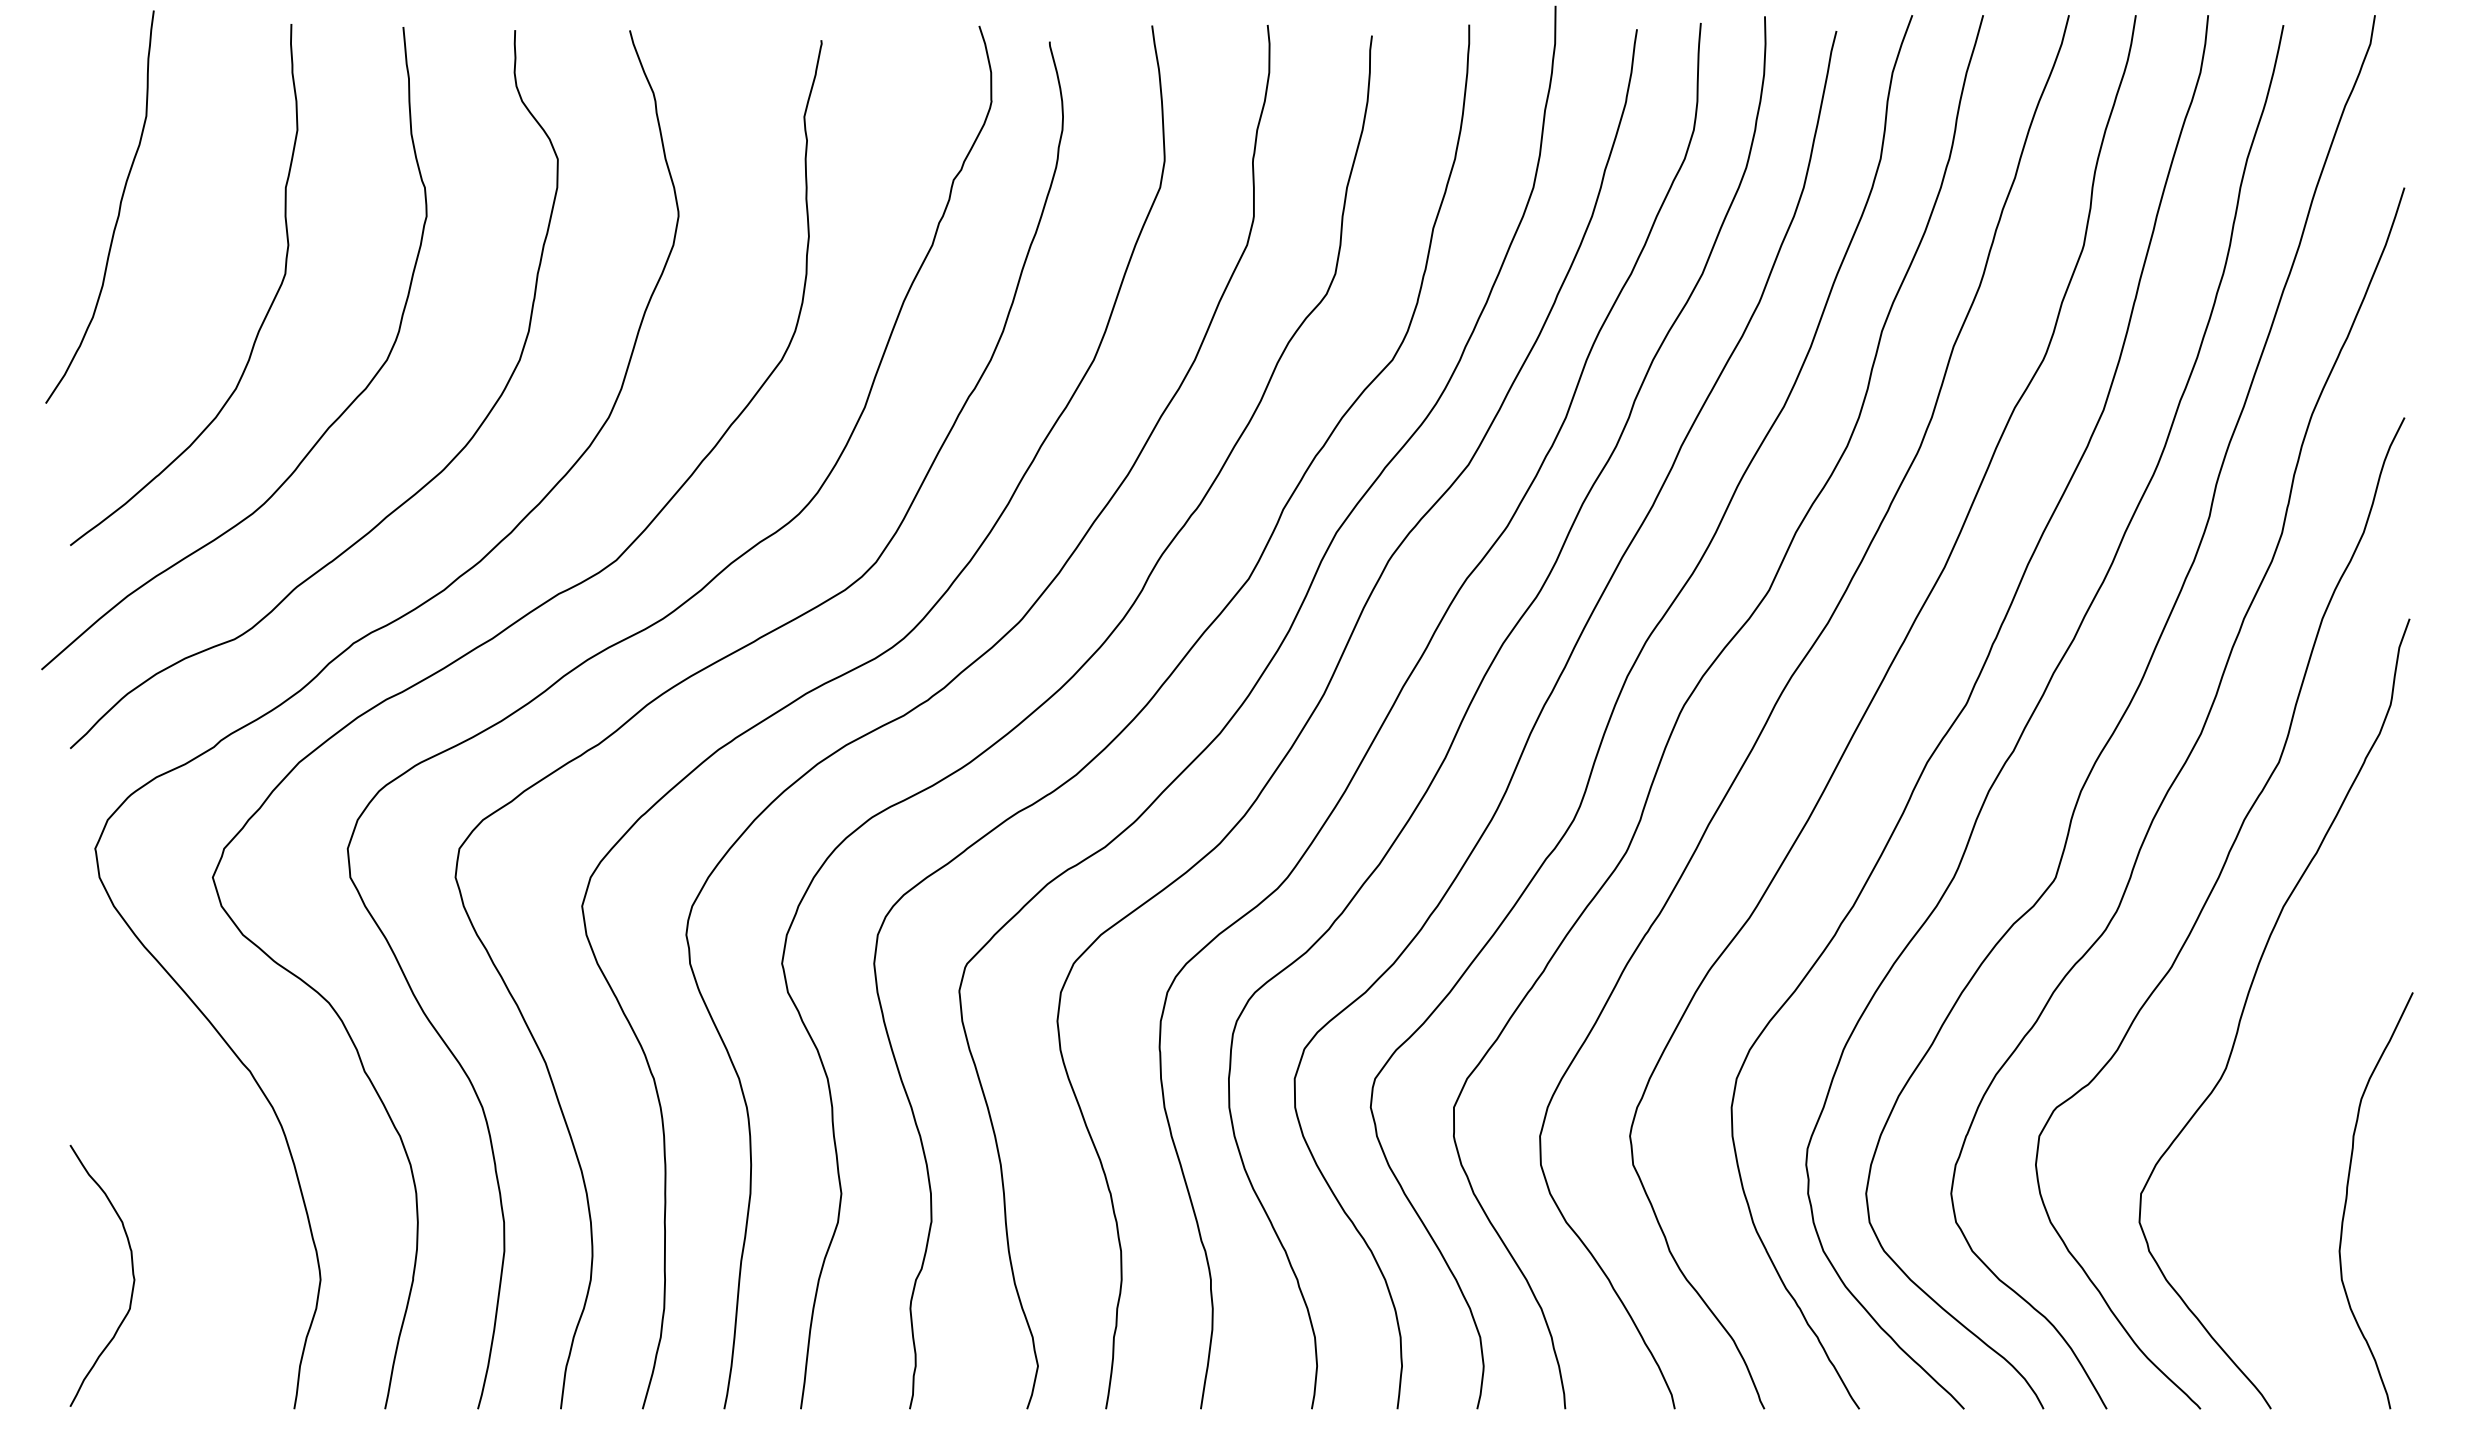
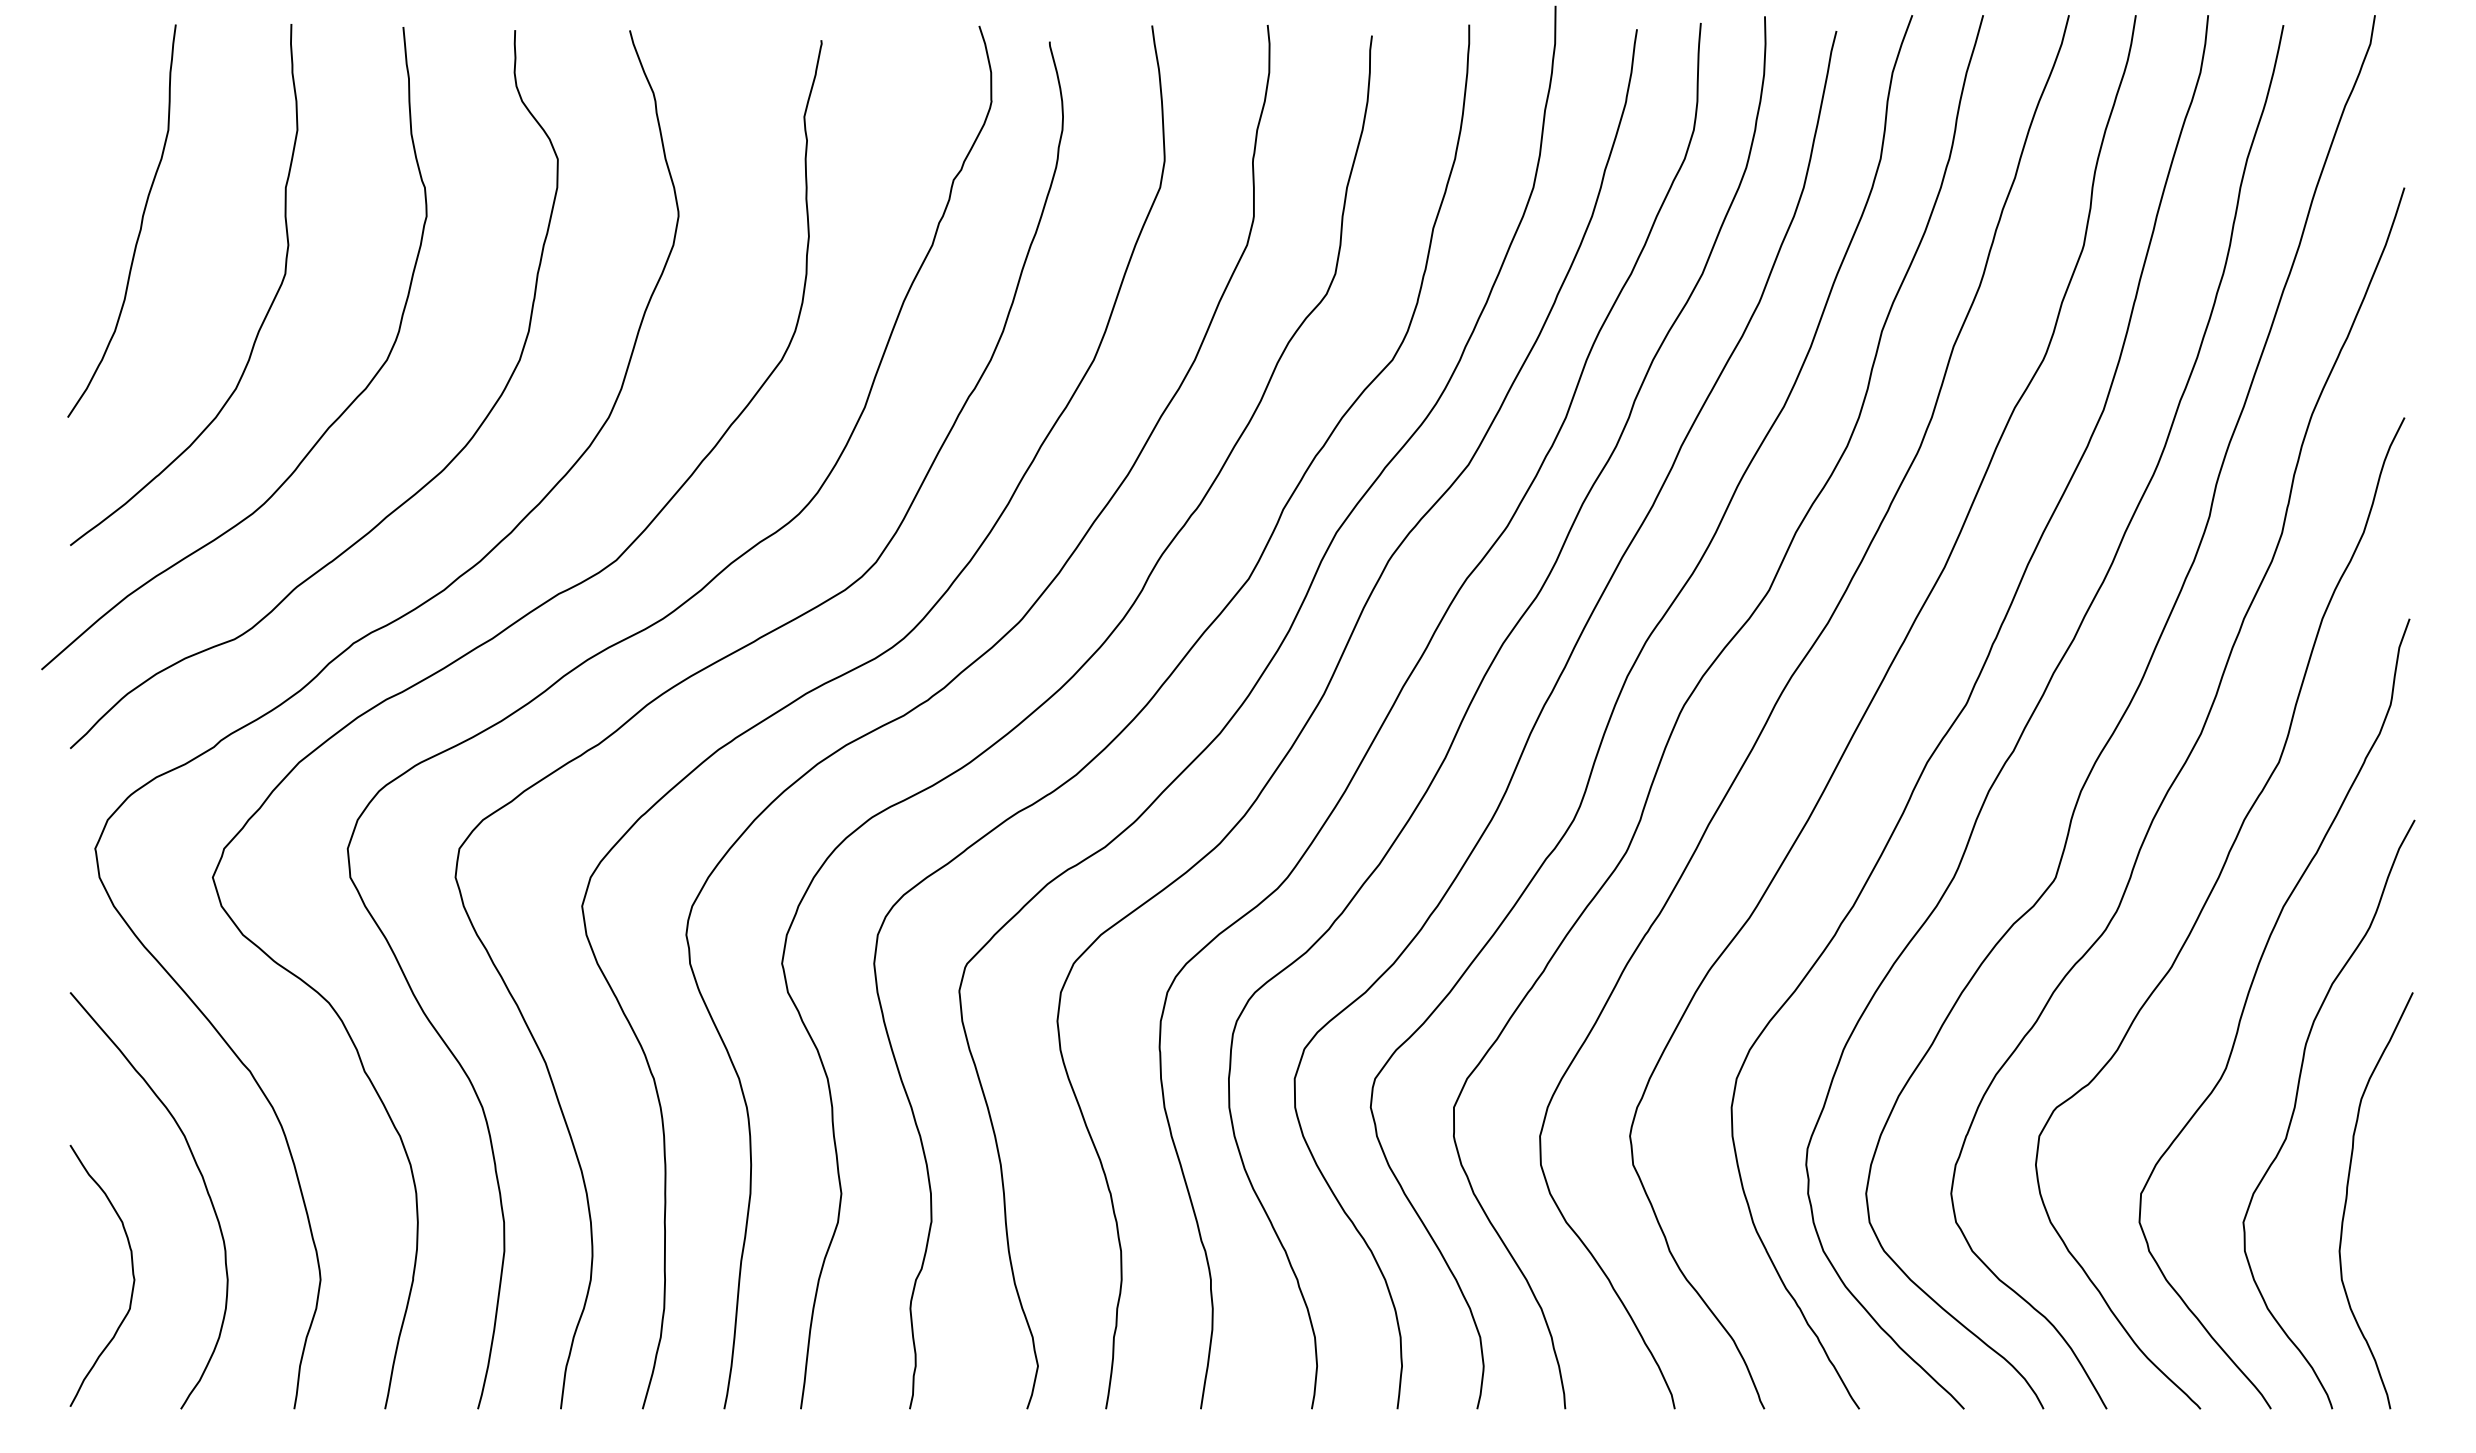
curve at (118, 209) position: (118, 209) -> (140, 223)
curve at (2295, 1109): none -> present
curve at (203, 1183): none -> present
